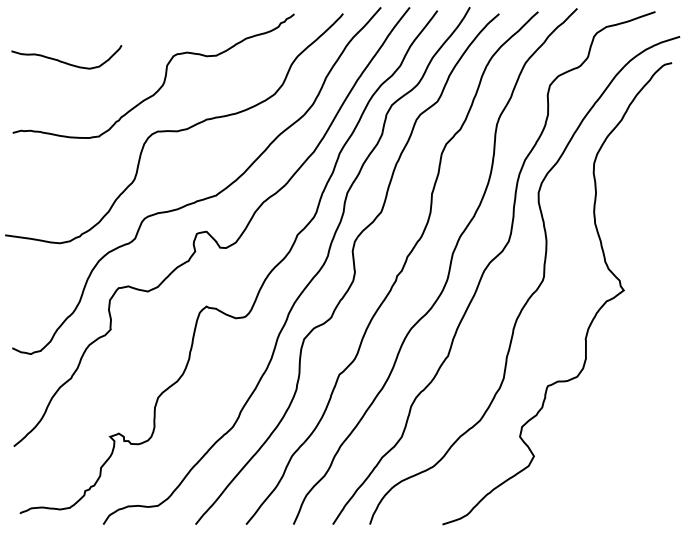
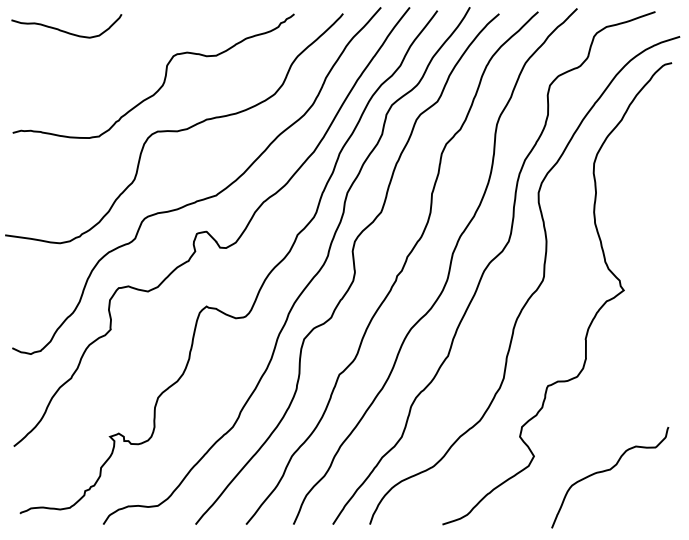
curve at (64, 61) position: (64, 61) -> (64, 30)
curve at (607, 471): none -> present
